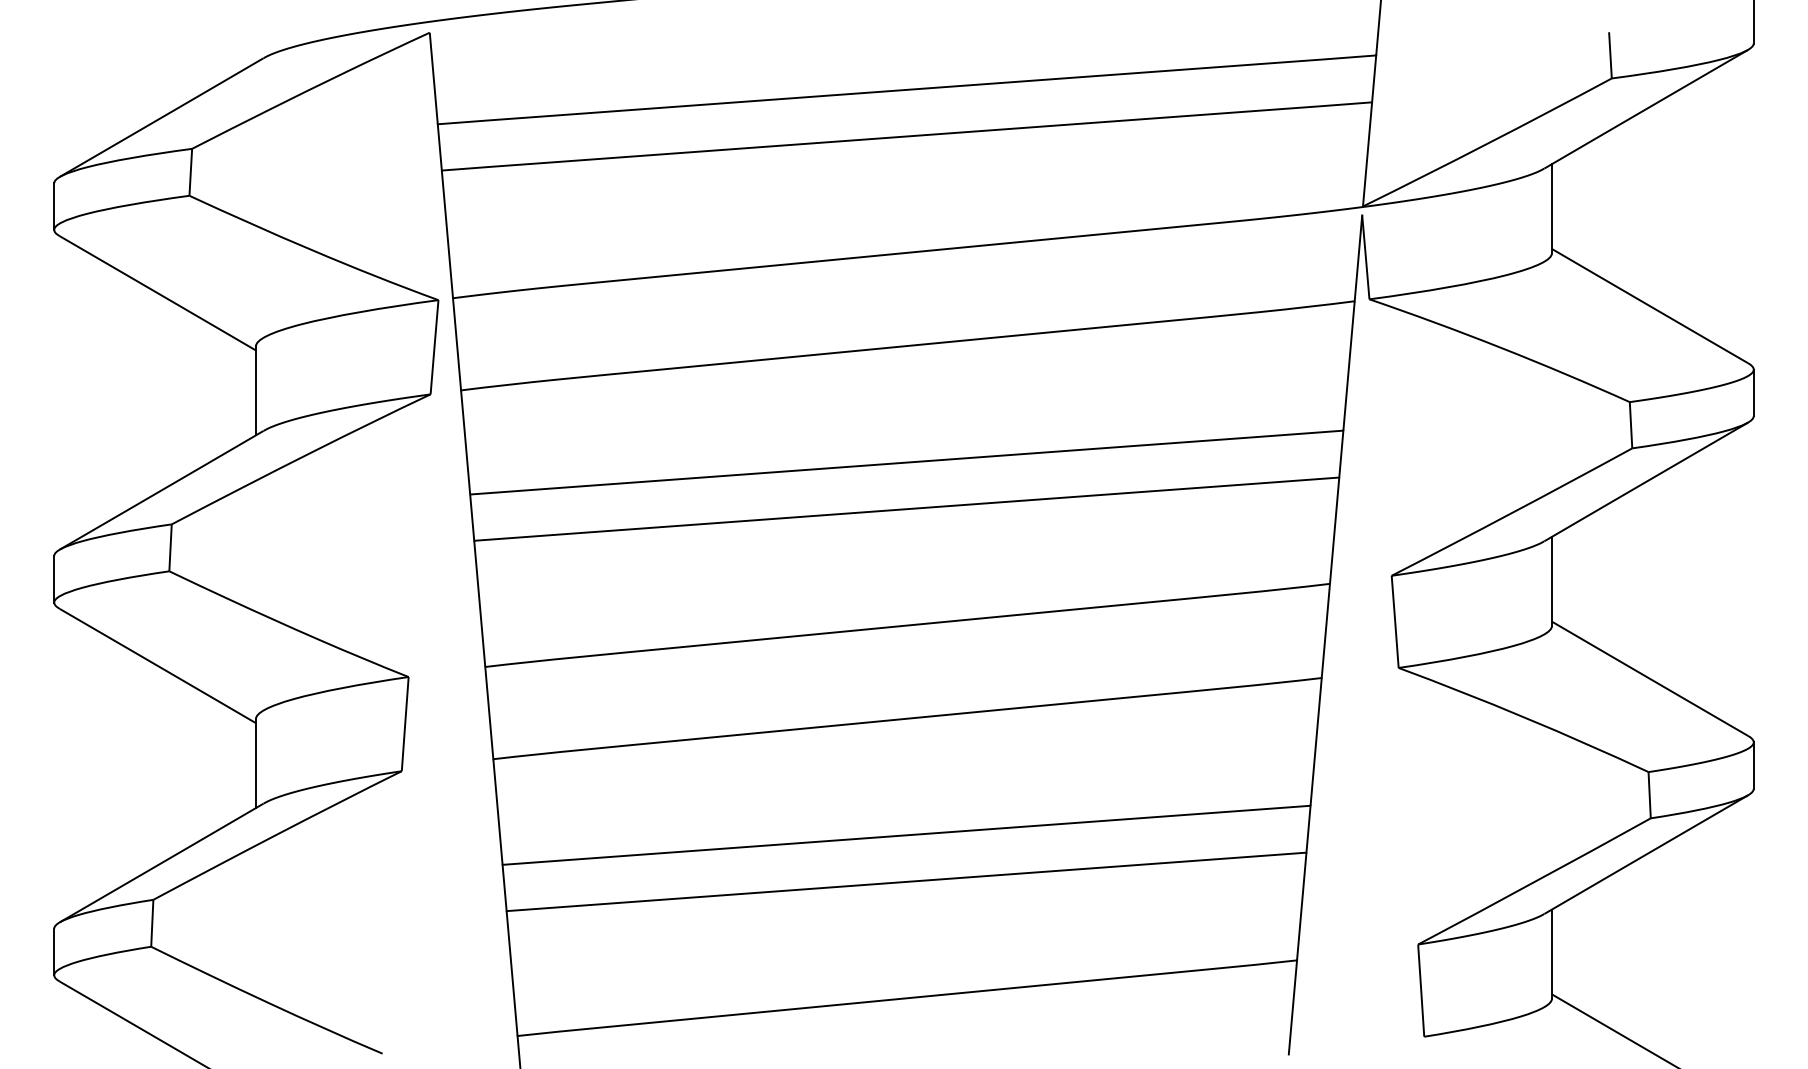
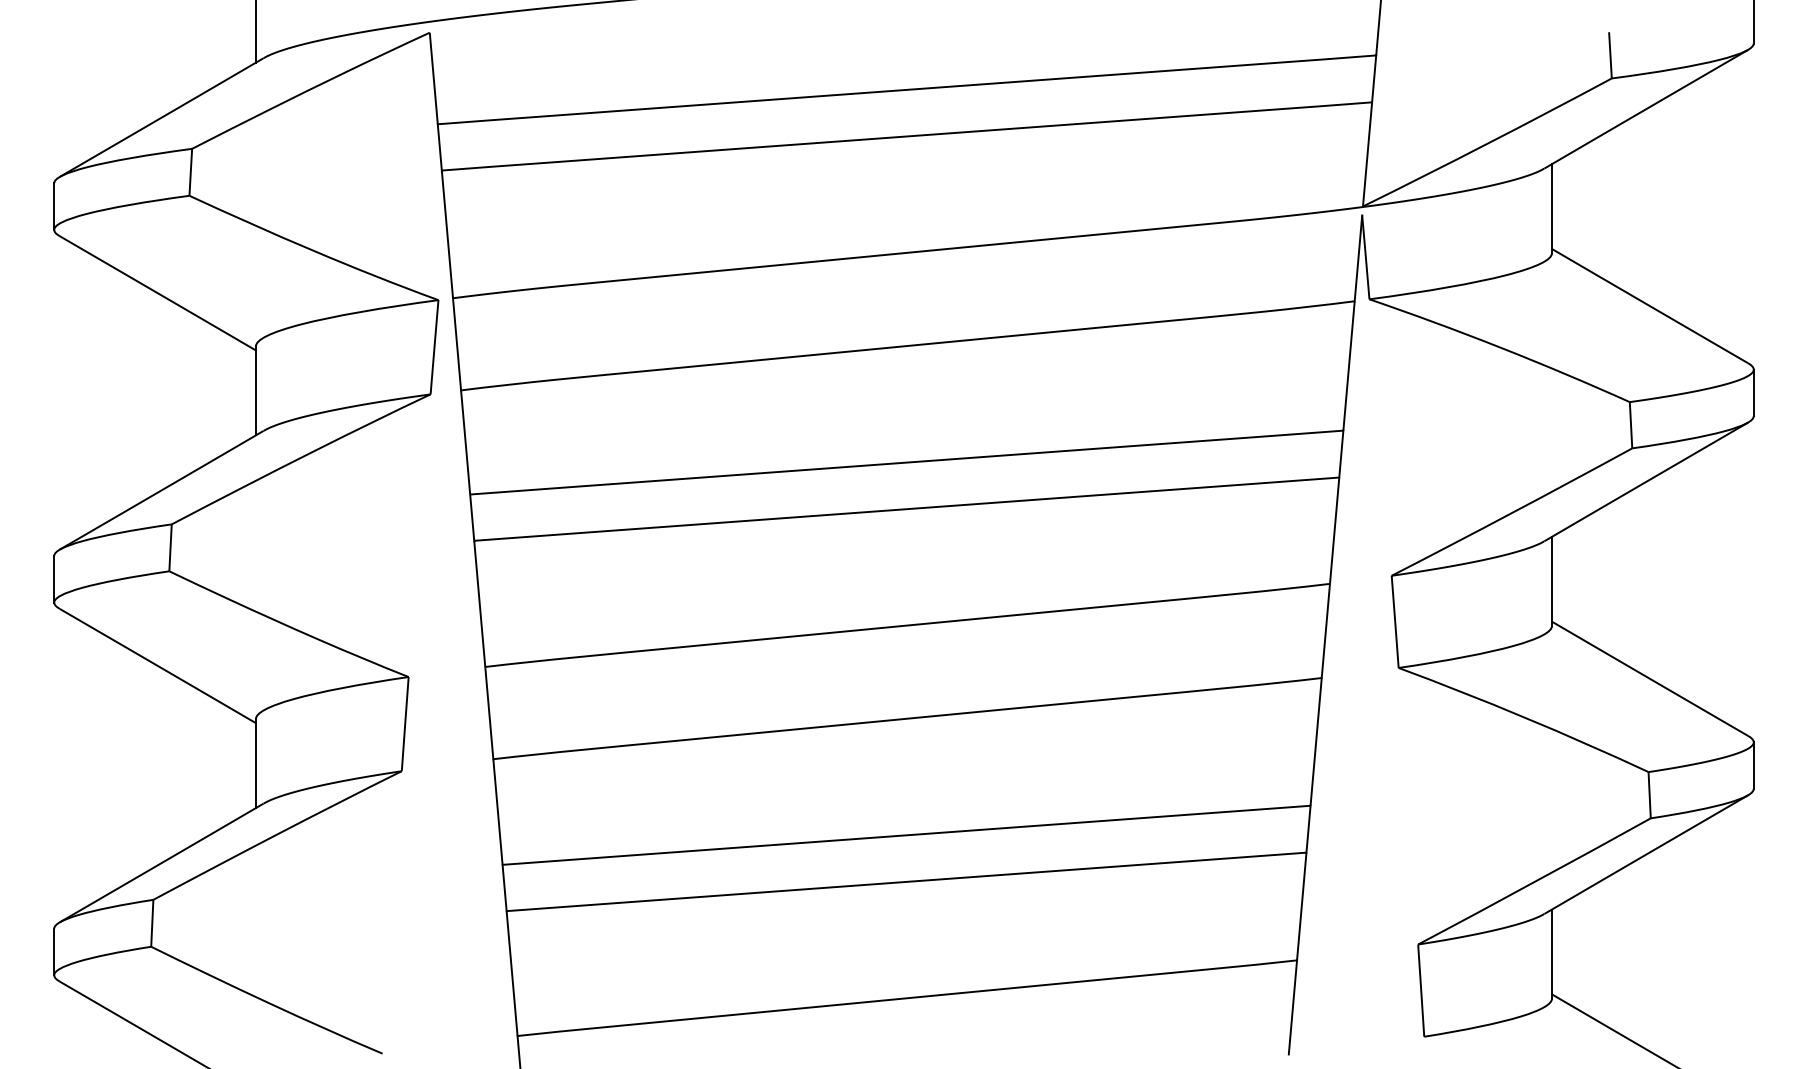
line at (255, 32): none -> present
